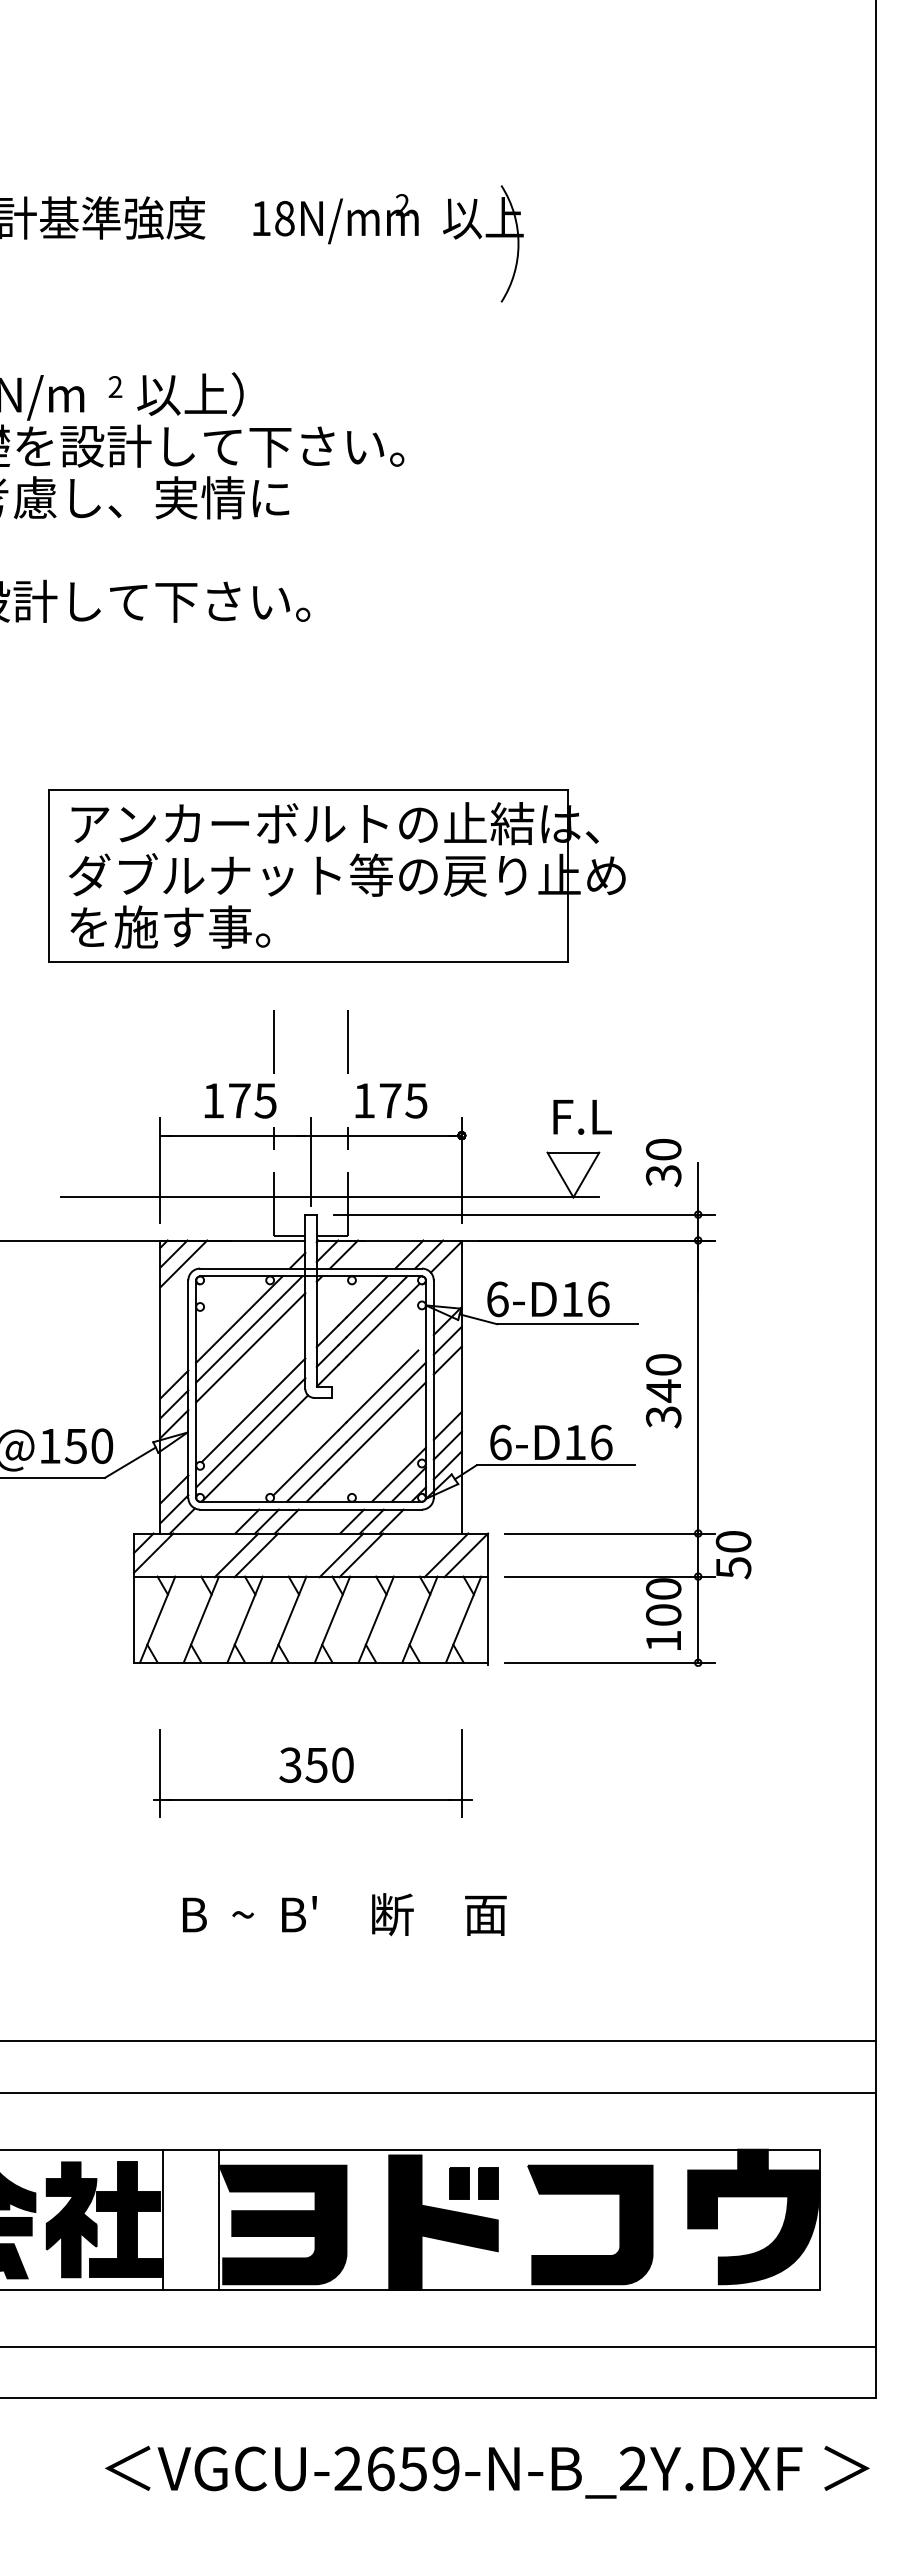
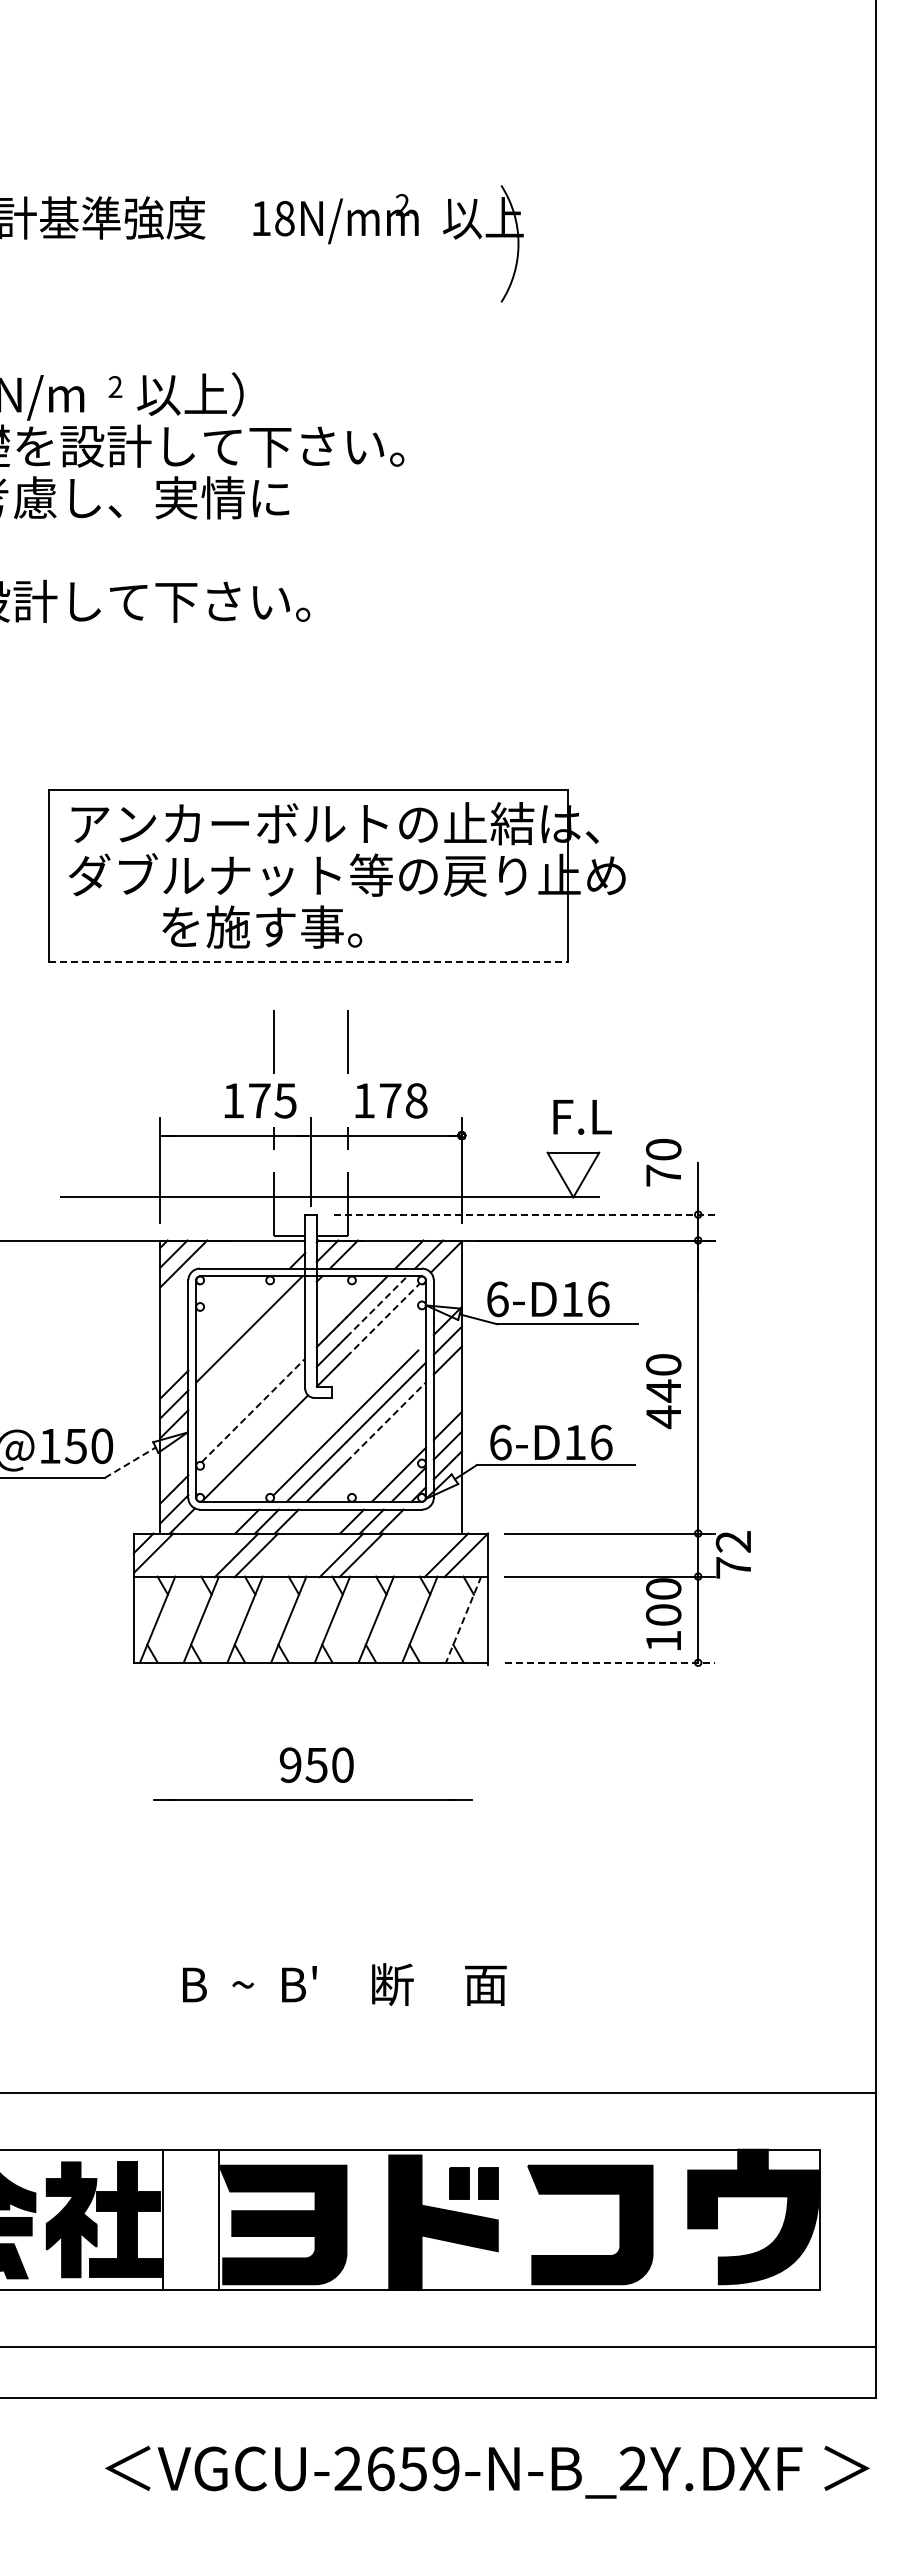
text at (170, 926) position: (170, 926) -> (262, 926)
line at (308, 962): solid -> dashed
text at (240, 1100) position: (240, 1100) -> (260, 1100)
text at (416, 1100): 175 -> 178
text at (663, 1176): 30 -> 70
line at (524, 1214): solid -> dashed
line at (376, 1306): solid -> dashed
line at (239, 1319): present -> none
line at (383, 1320): solid -> dashed
line at (250, 1347): present -> none
line at (253, 1410): solid -> dashed
text at (663, 1417): 340 -> 440
line at (386, 1421): solid -> dashed
line at (250, 1432): present -> none
line at (130, 1462): solid -> dashed
text at (733, 1555): 50 -> 72
line at (463, 1619): solid -> dashed
line at (610, 1662): solid -> dashed
text at (290, 1764): 350 -> 950
line at (160, 1773): present -> none
line at (461, 1773): present -> none
text at (344, 1914) position: (344, 1914) -> (344, 1984)
line at (439, 2041): present -> none
